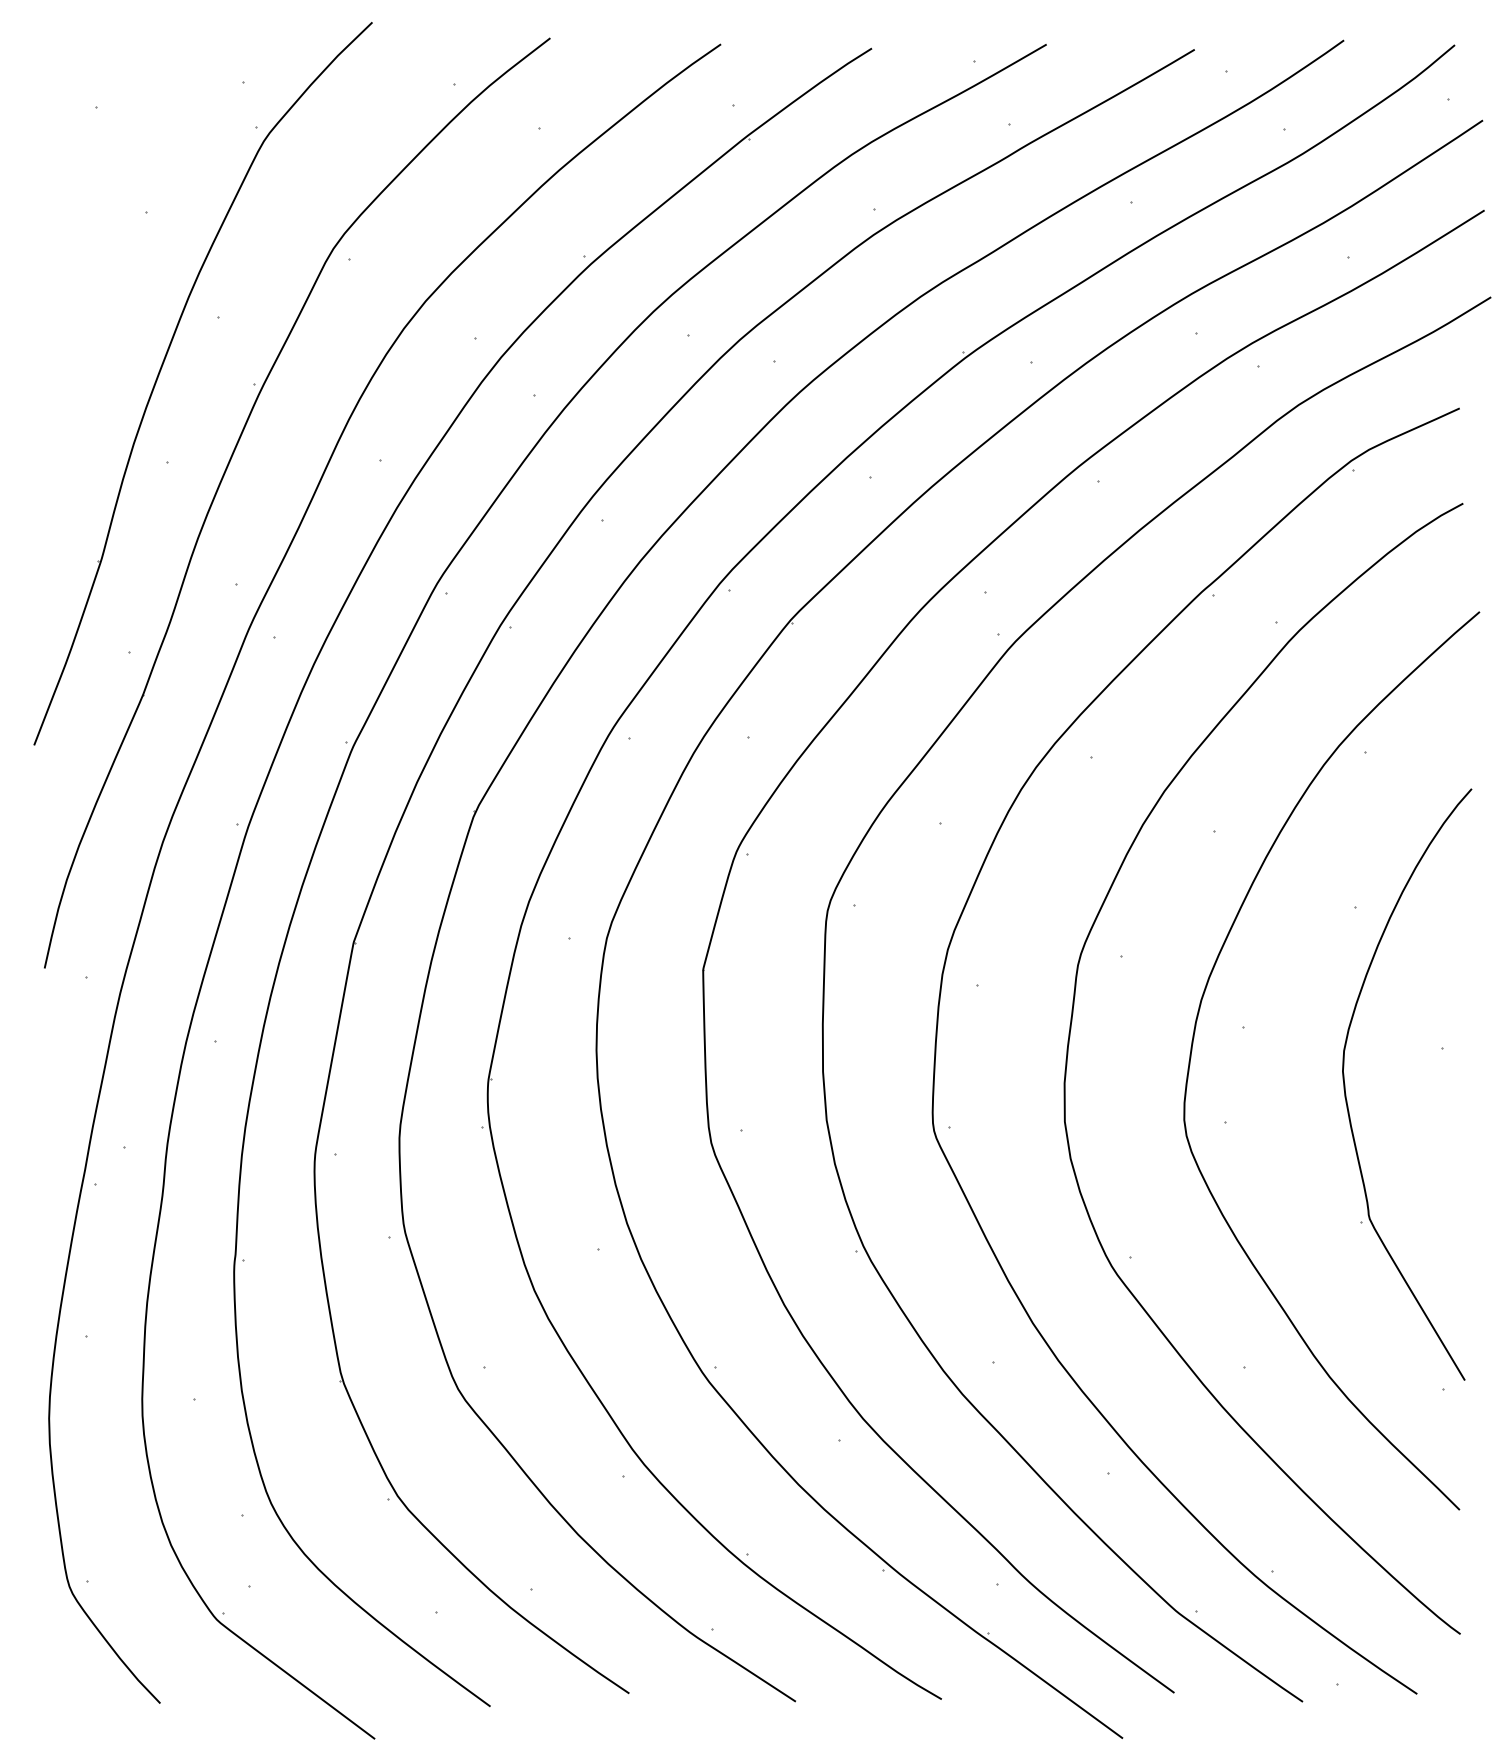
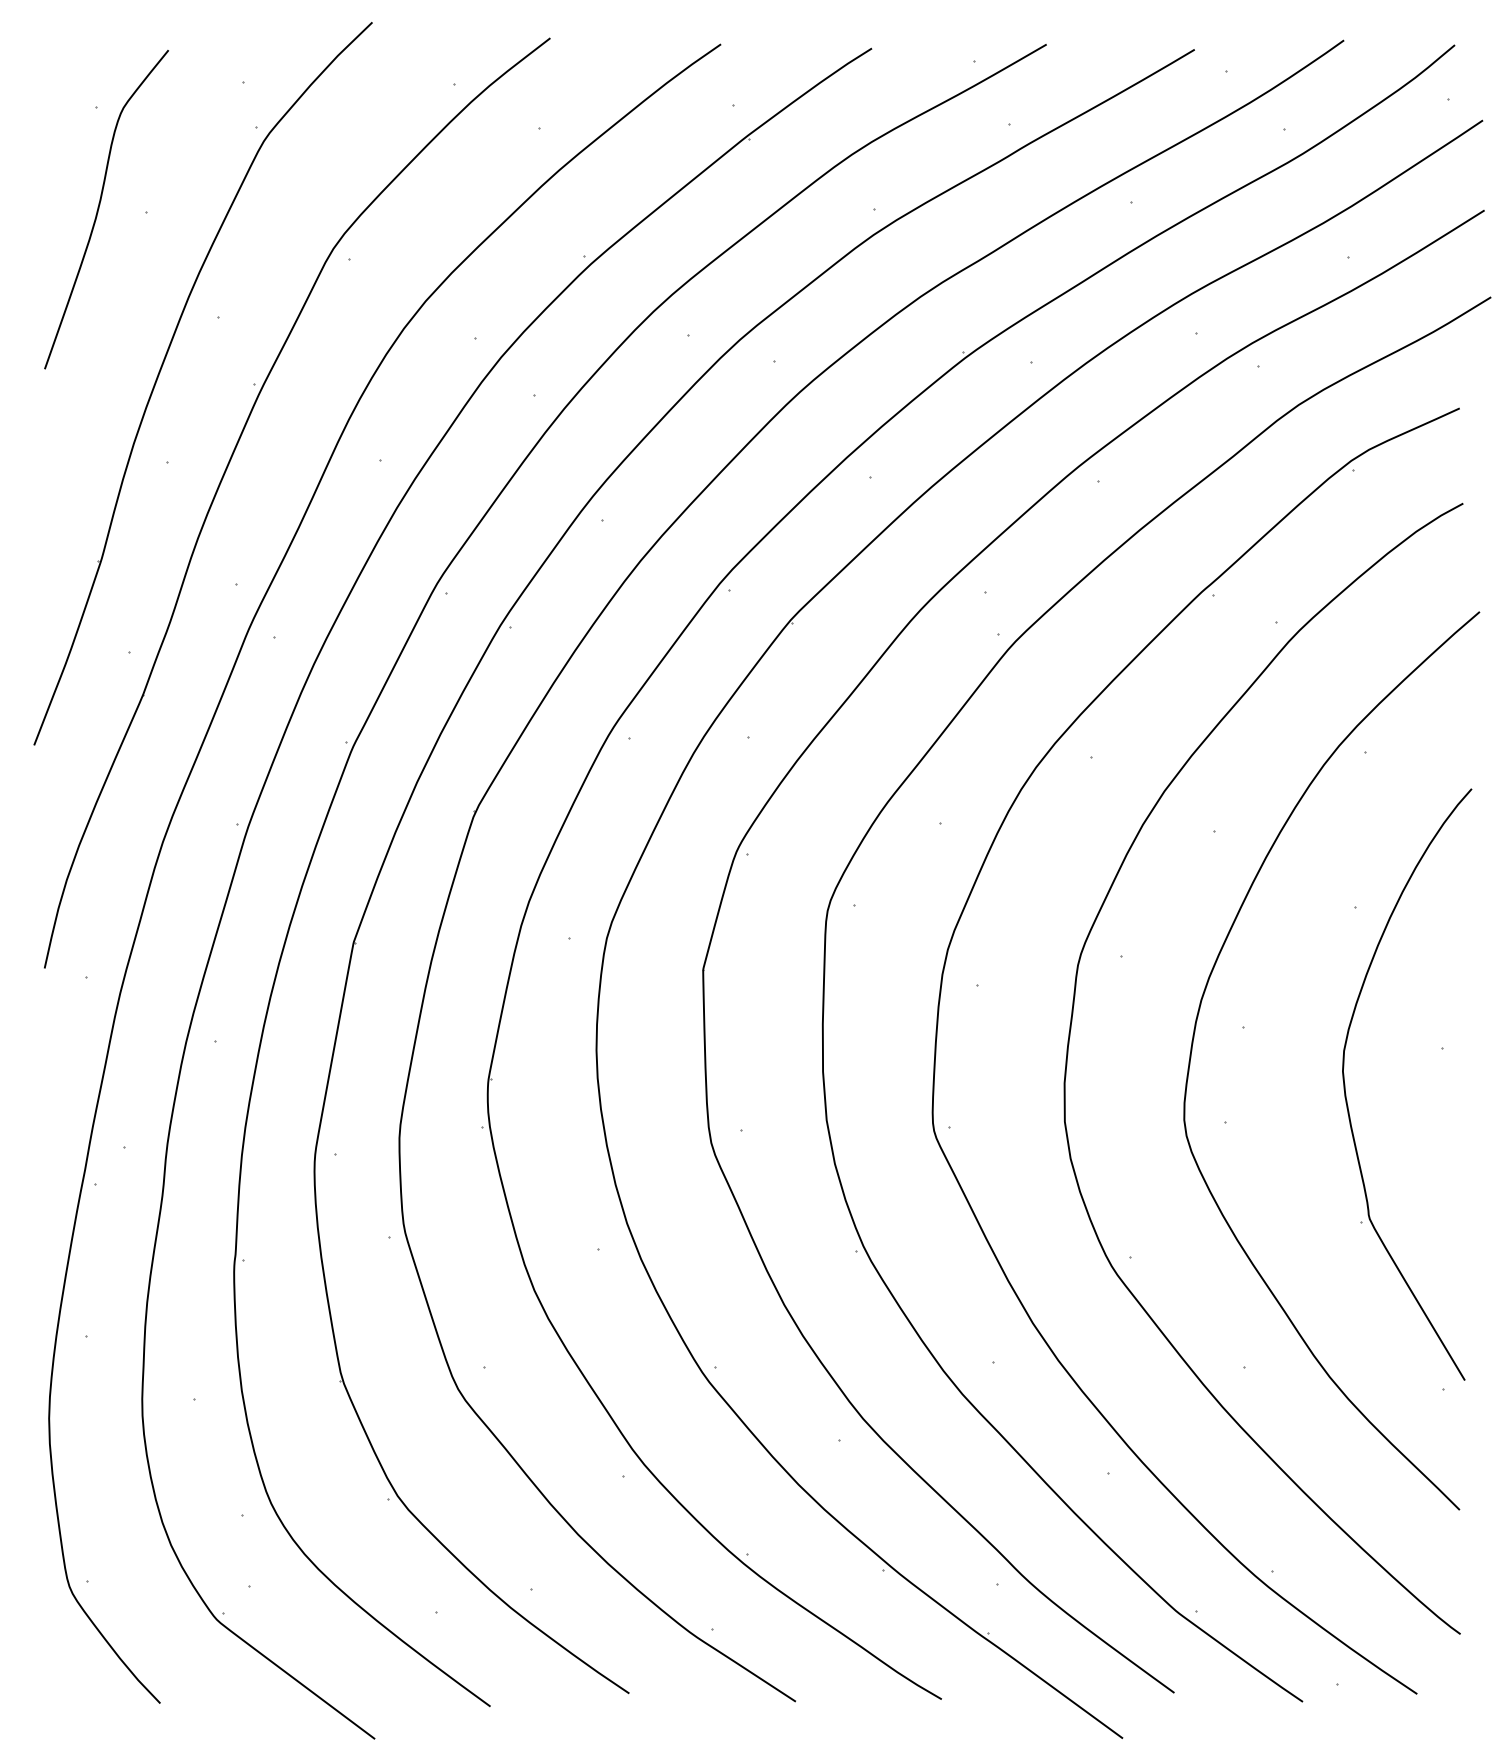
curve at (99, 208): none -> present
